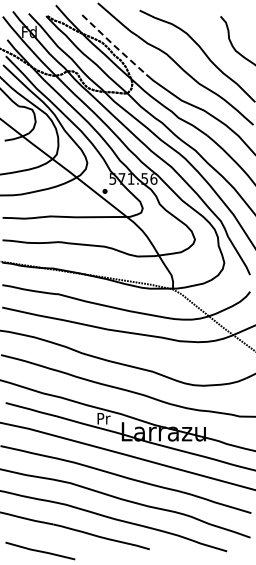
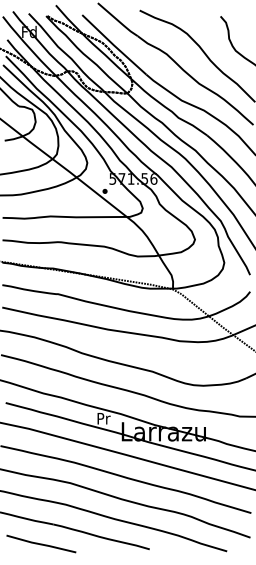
line at (113, 45): dashed -> solid
line at (40, 550) position: (40, 550) -> (41, 543)
